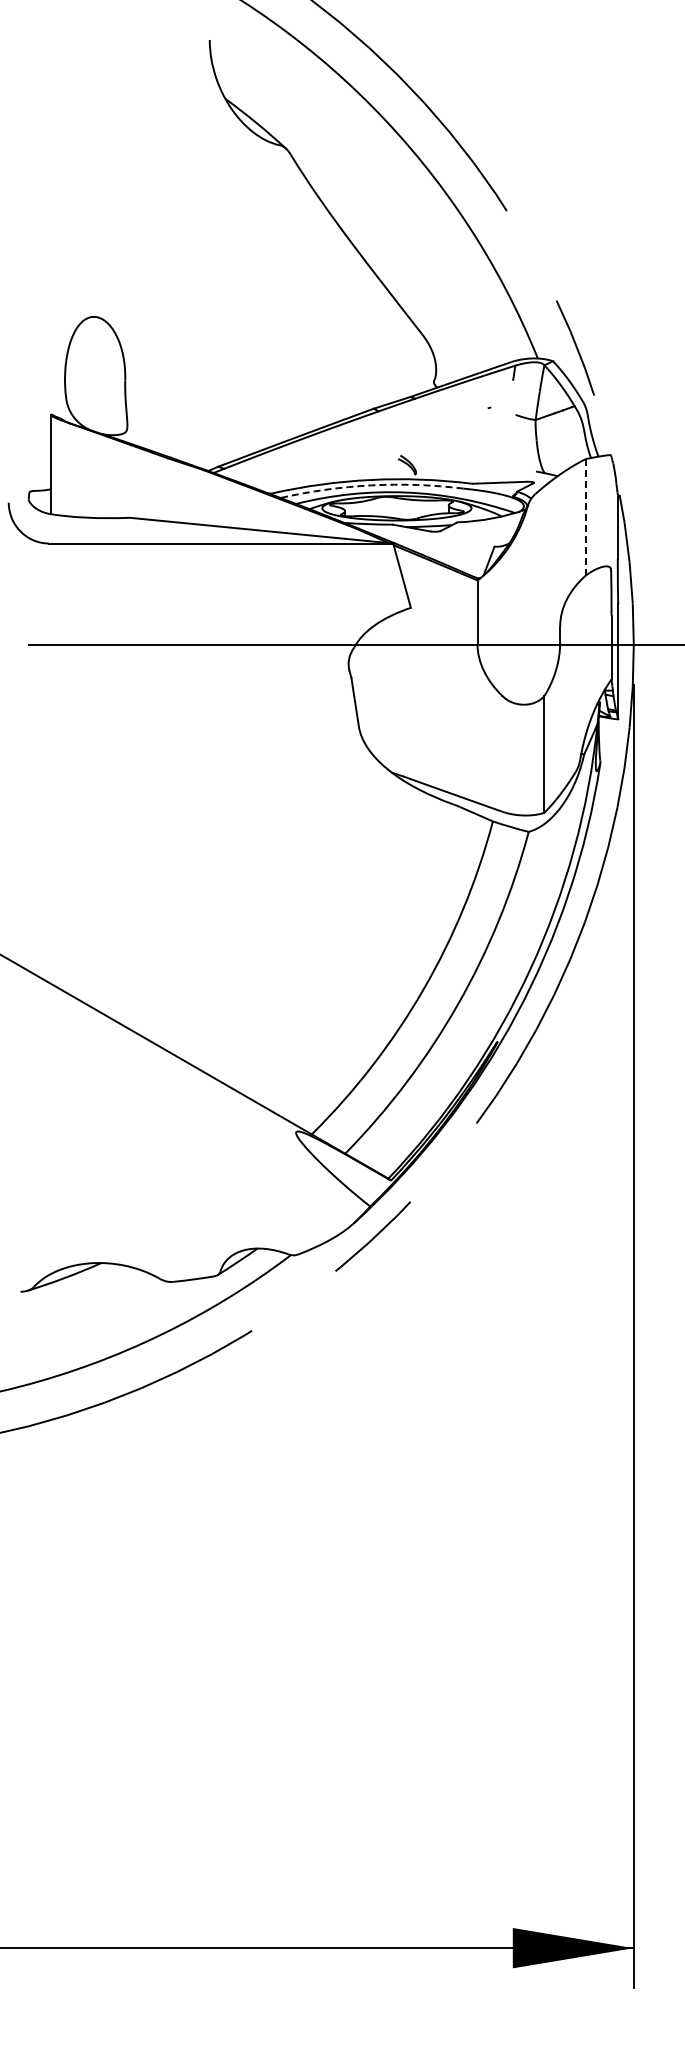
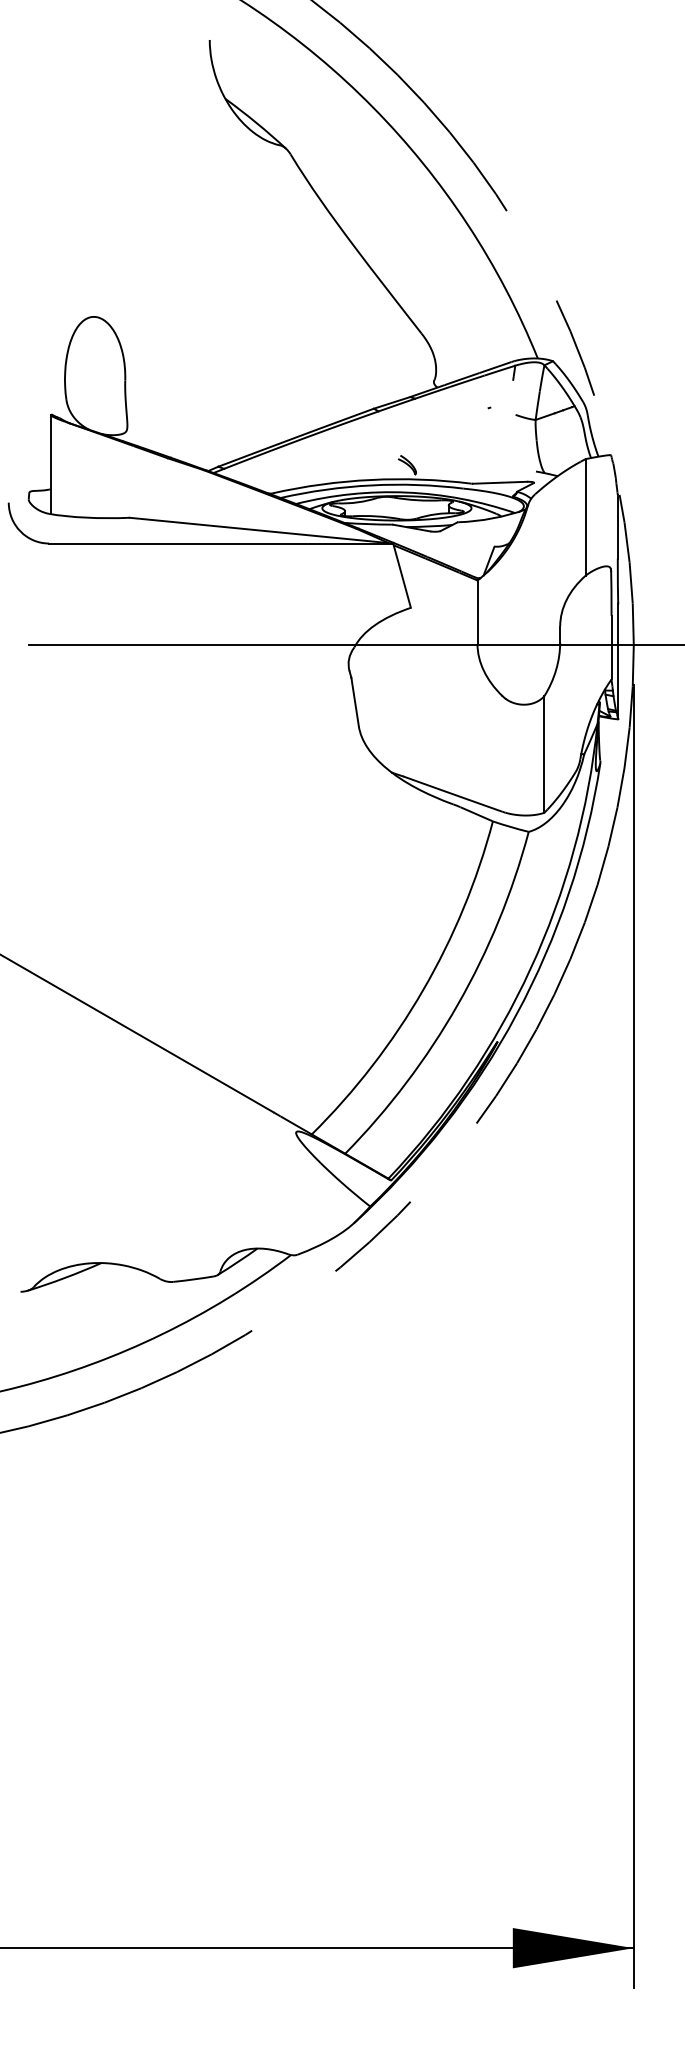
arc at (371, 485): dashed -> solid
line at (585, 517): dashed -> solid
